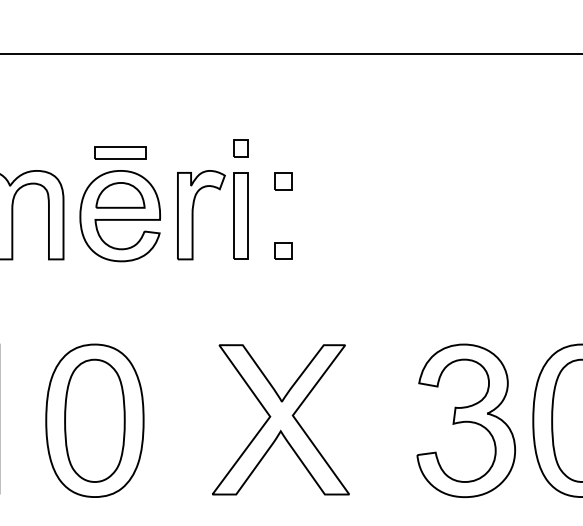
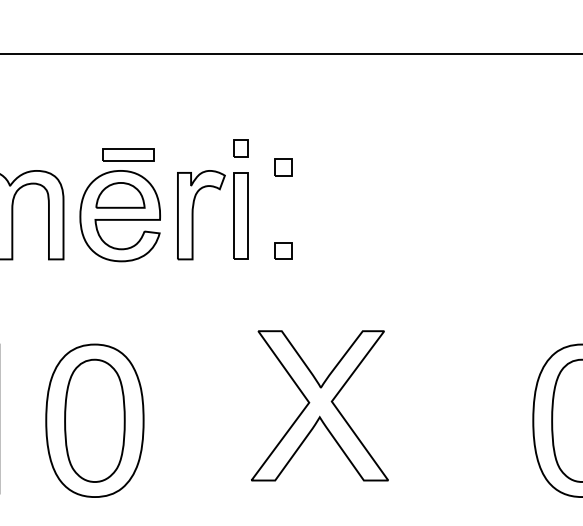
part at (120, 152) position: (120, 152) -> (128, 154)
part at (283, 181) position: (283, 181) -> (283, 167)
part at (280, 419) position: (280, 419) -> (319, 405)
part at (465, 420): present -> none
